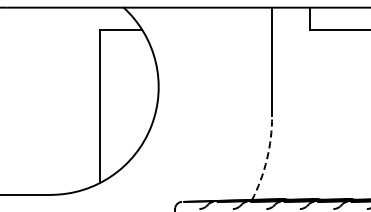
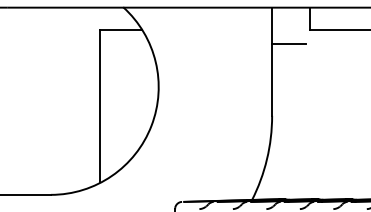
line at (288, 44): none -> present
arc at (267, 159): dashed -> solid
